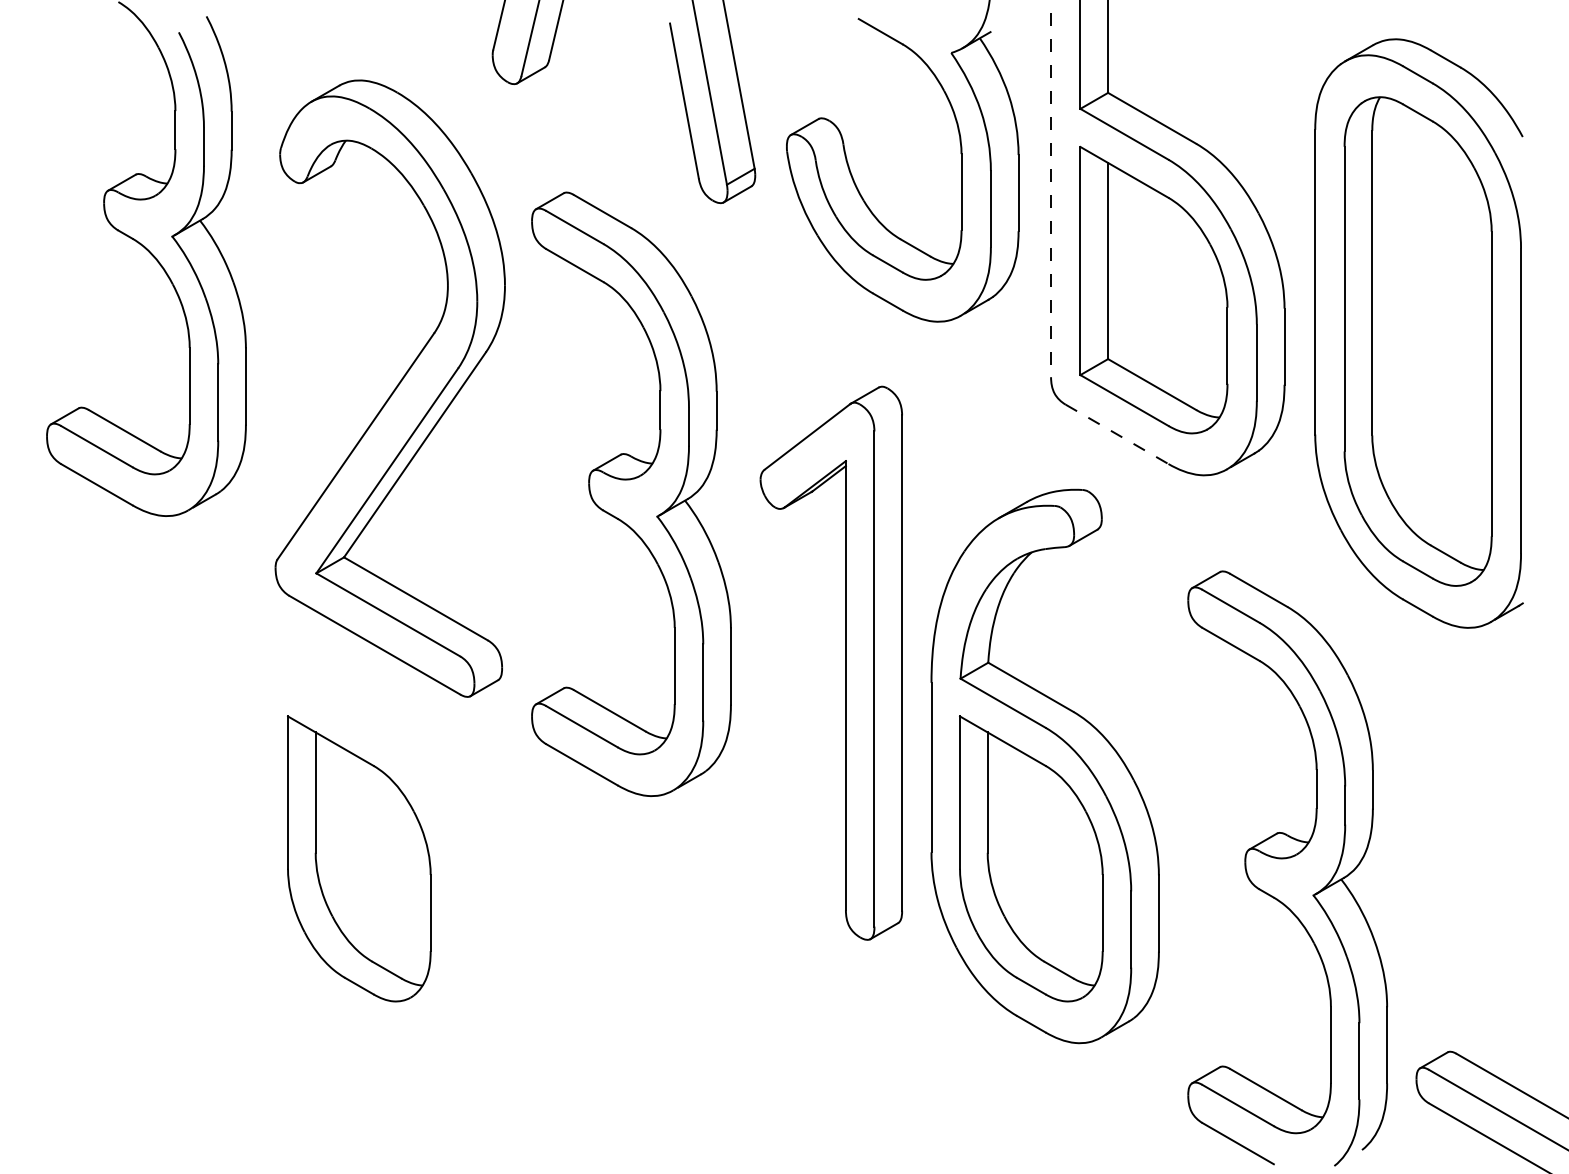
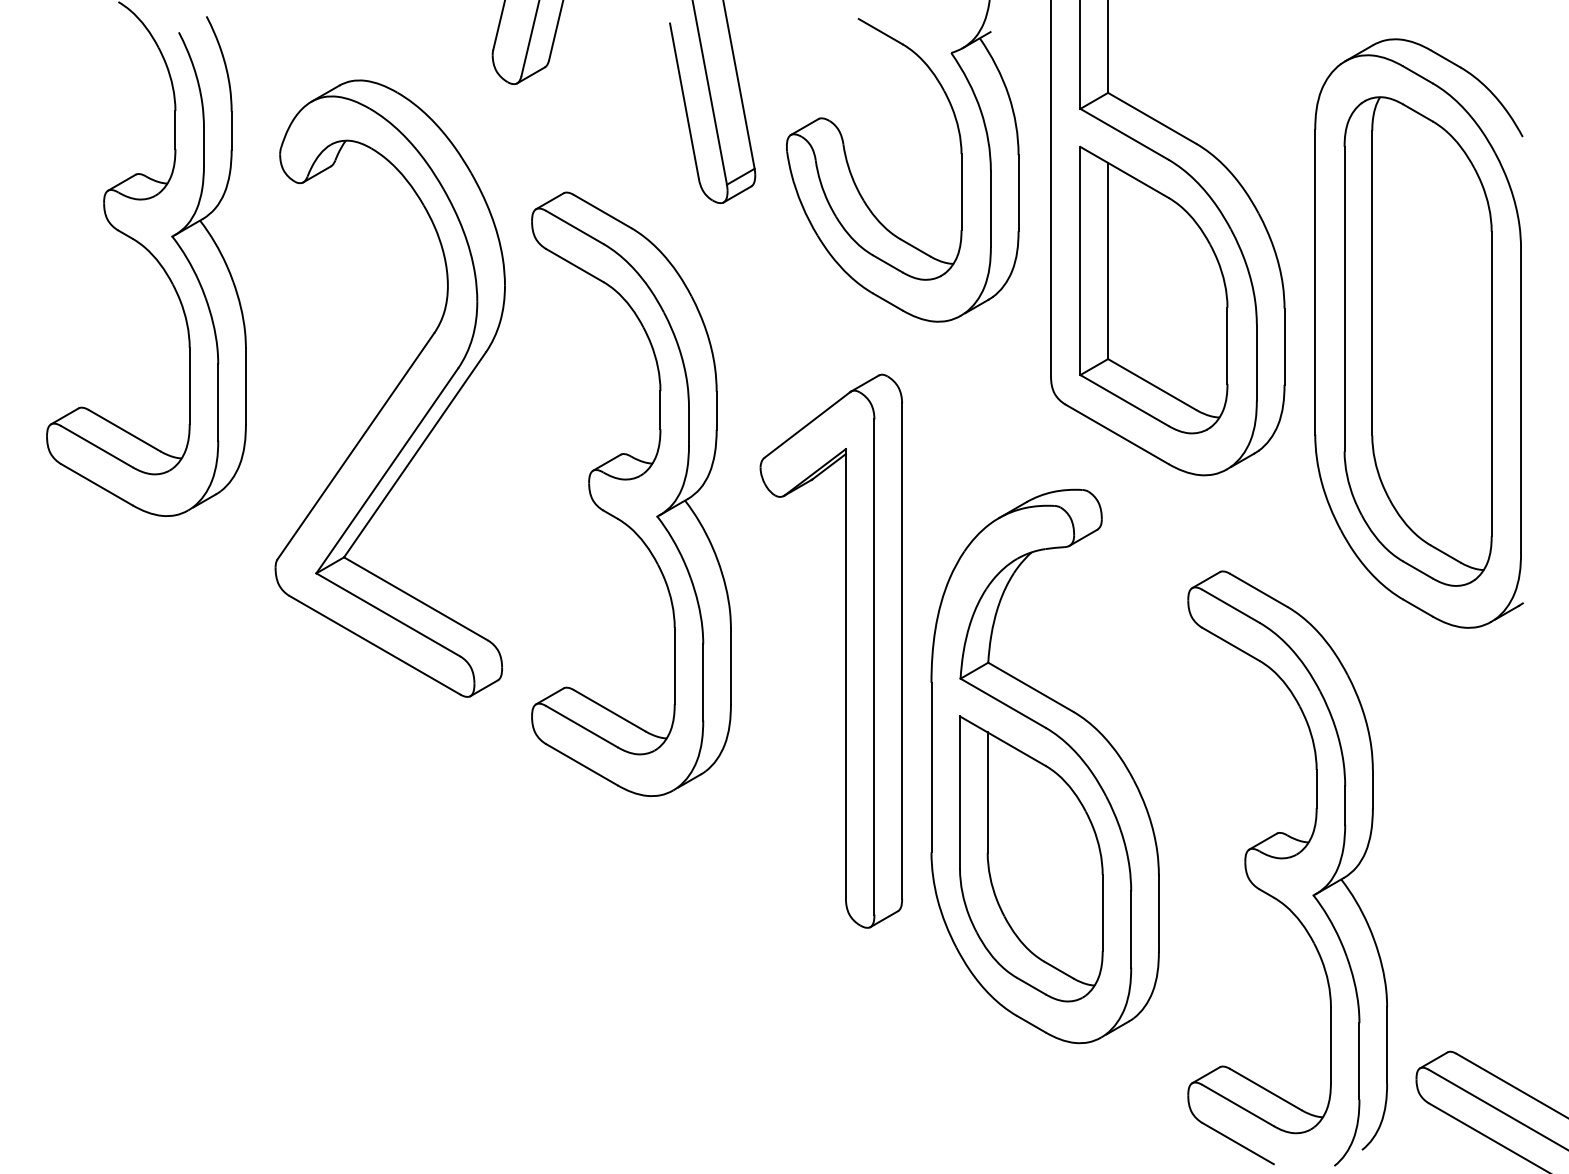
line at (1051, 189): dashed -> solid
line at (1117, 434): dashed -> solid
part at (845, 662) position: (845, 662) -> (845, 650)
part at (359, 858): present -> none
